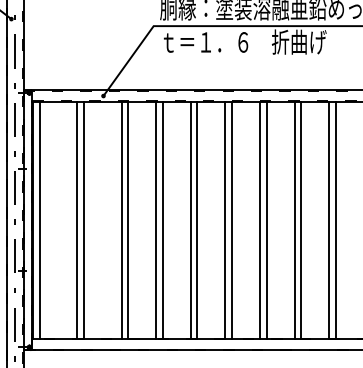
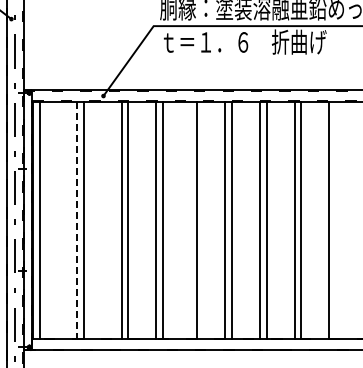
line at (190, 219): present -> none
line at (335, 219): present -> none
line at (77, 220): solid -> dashed
